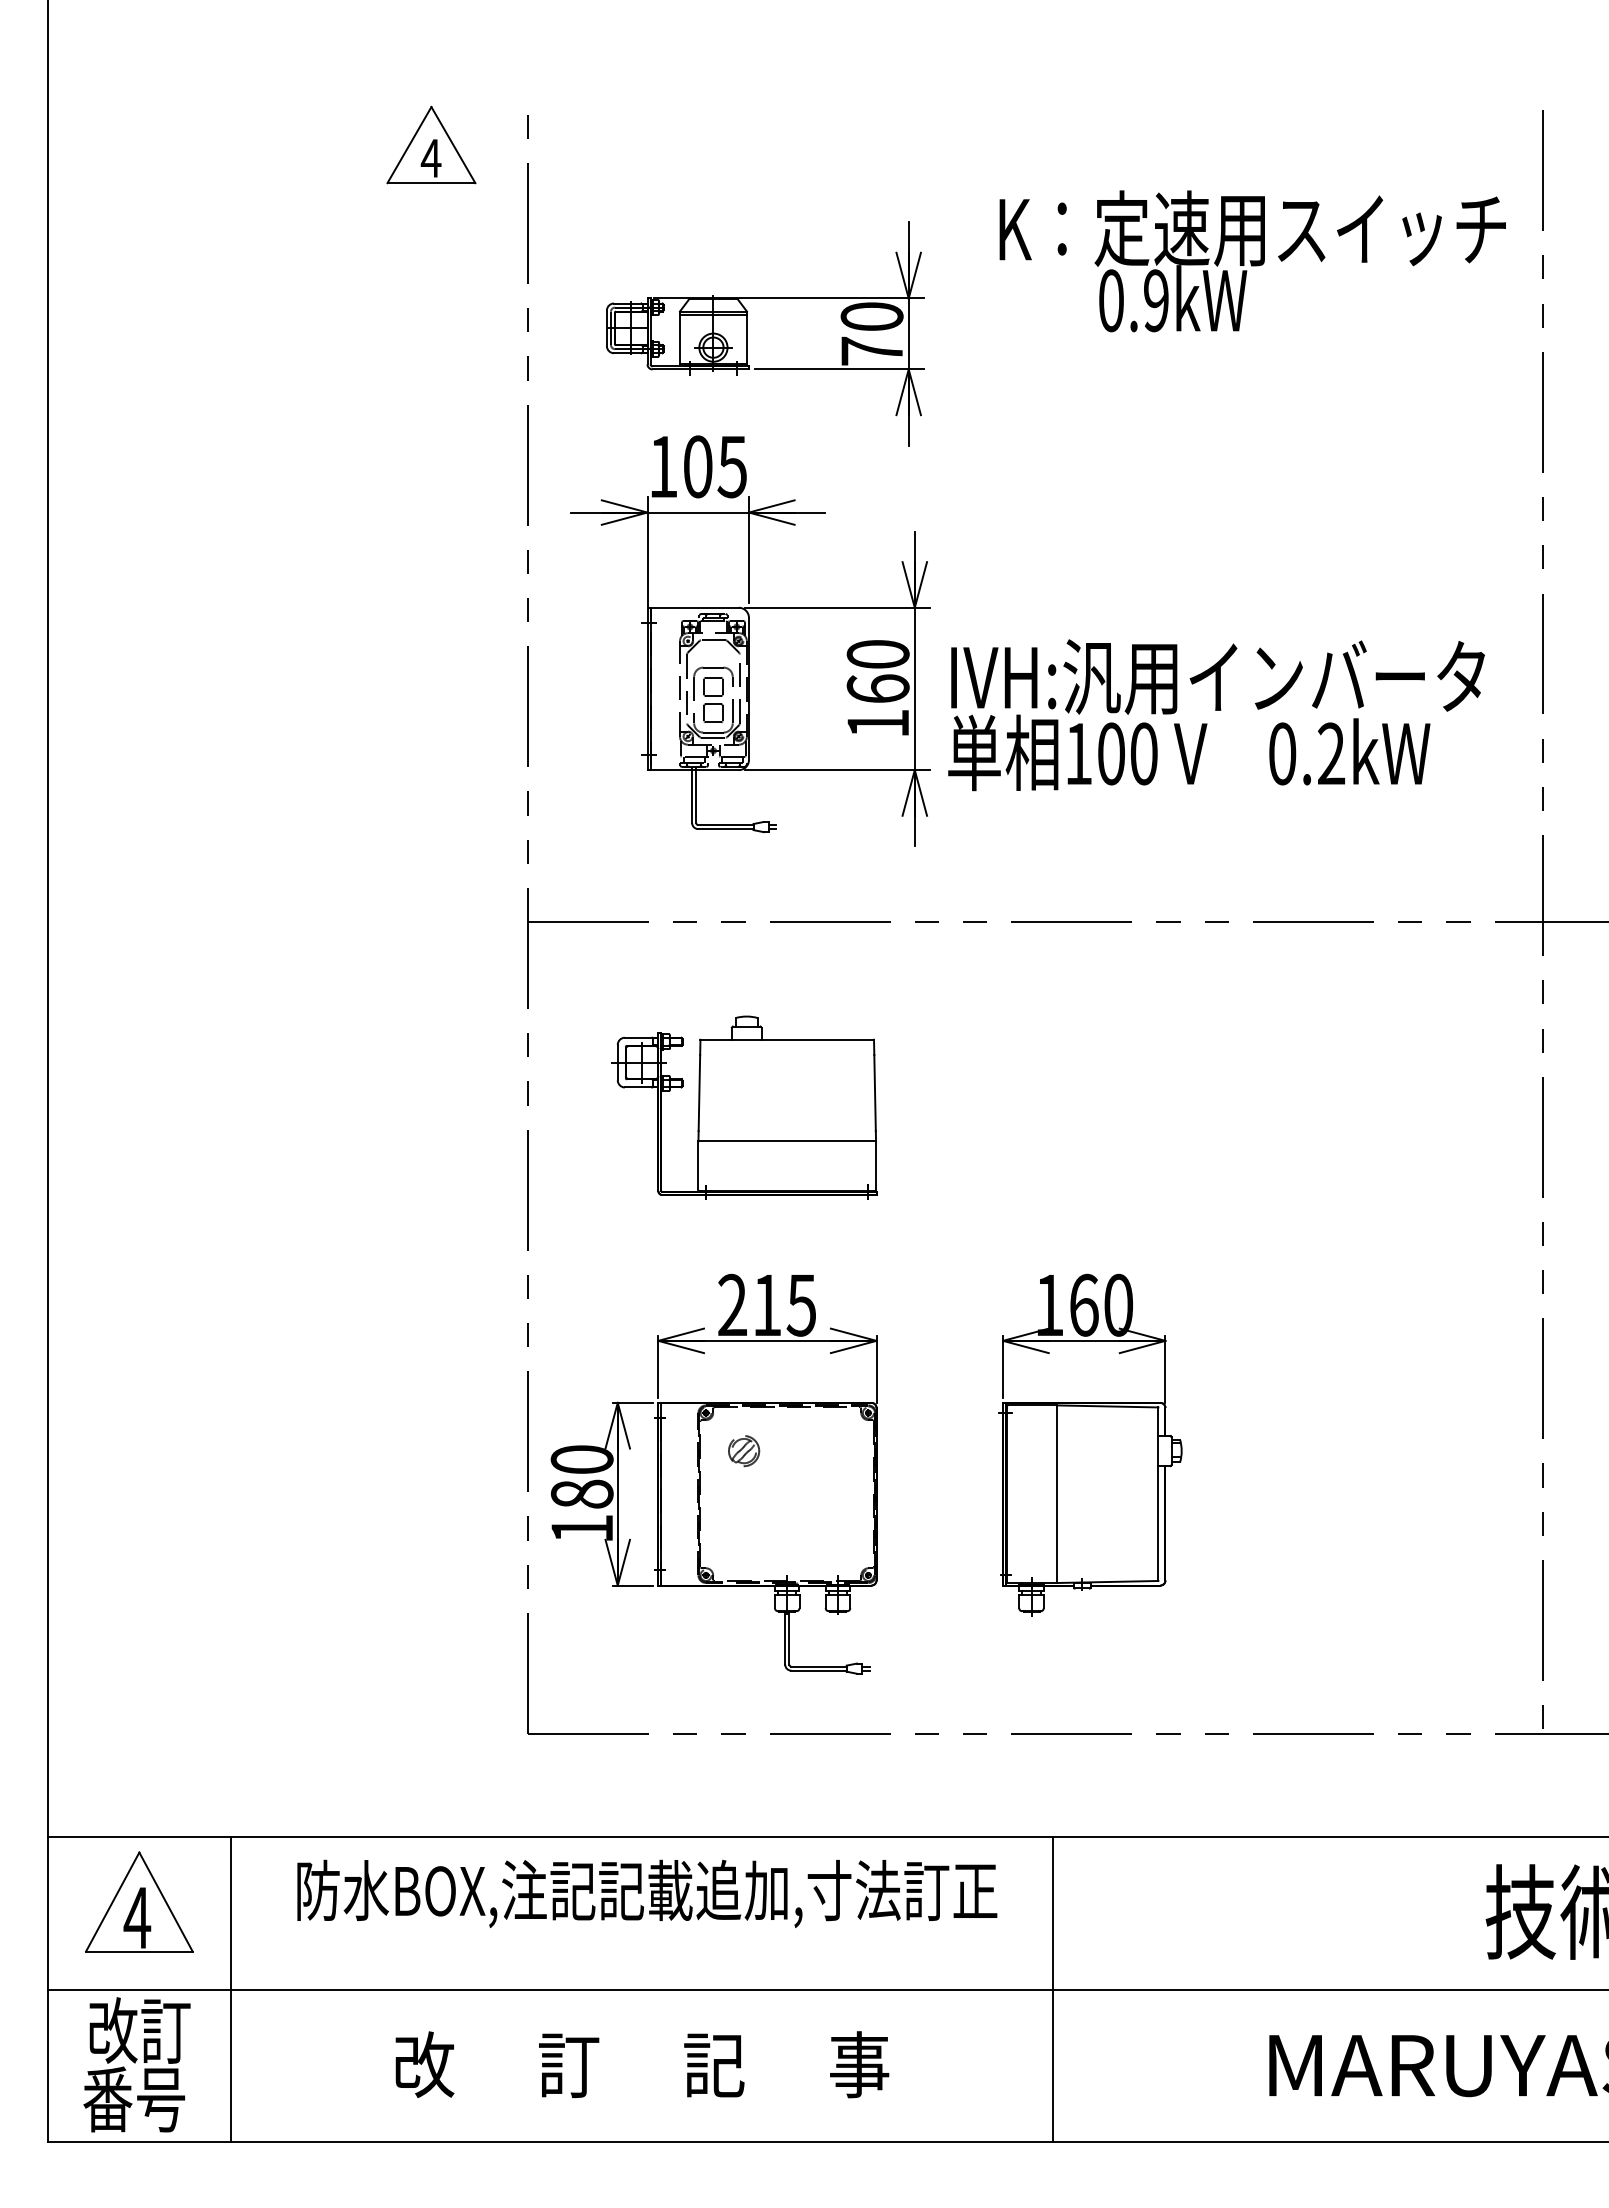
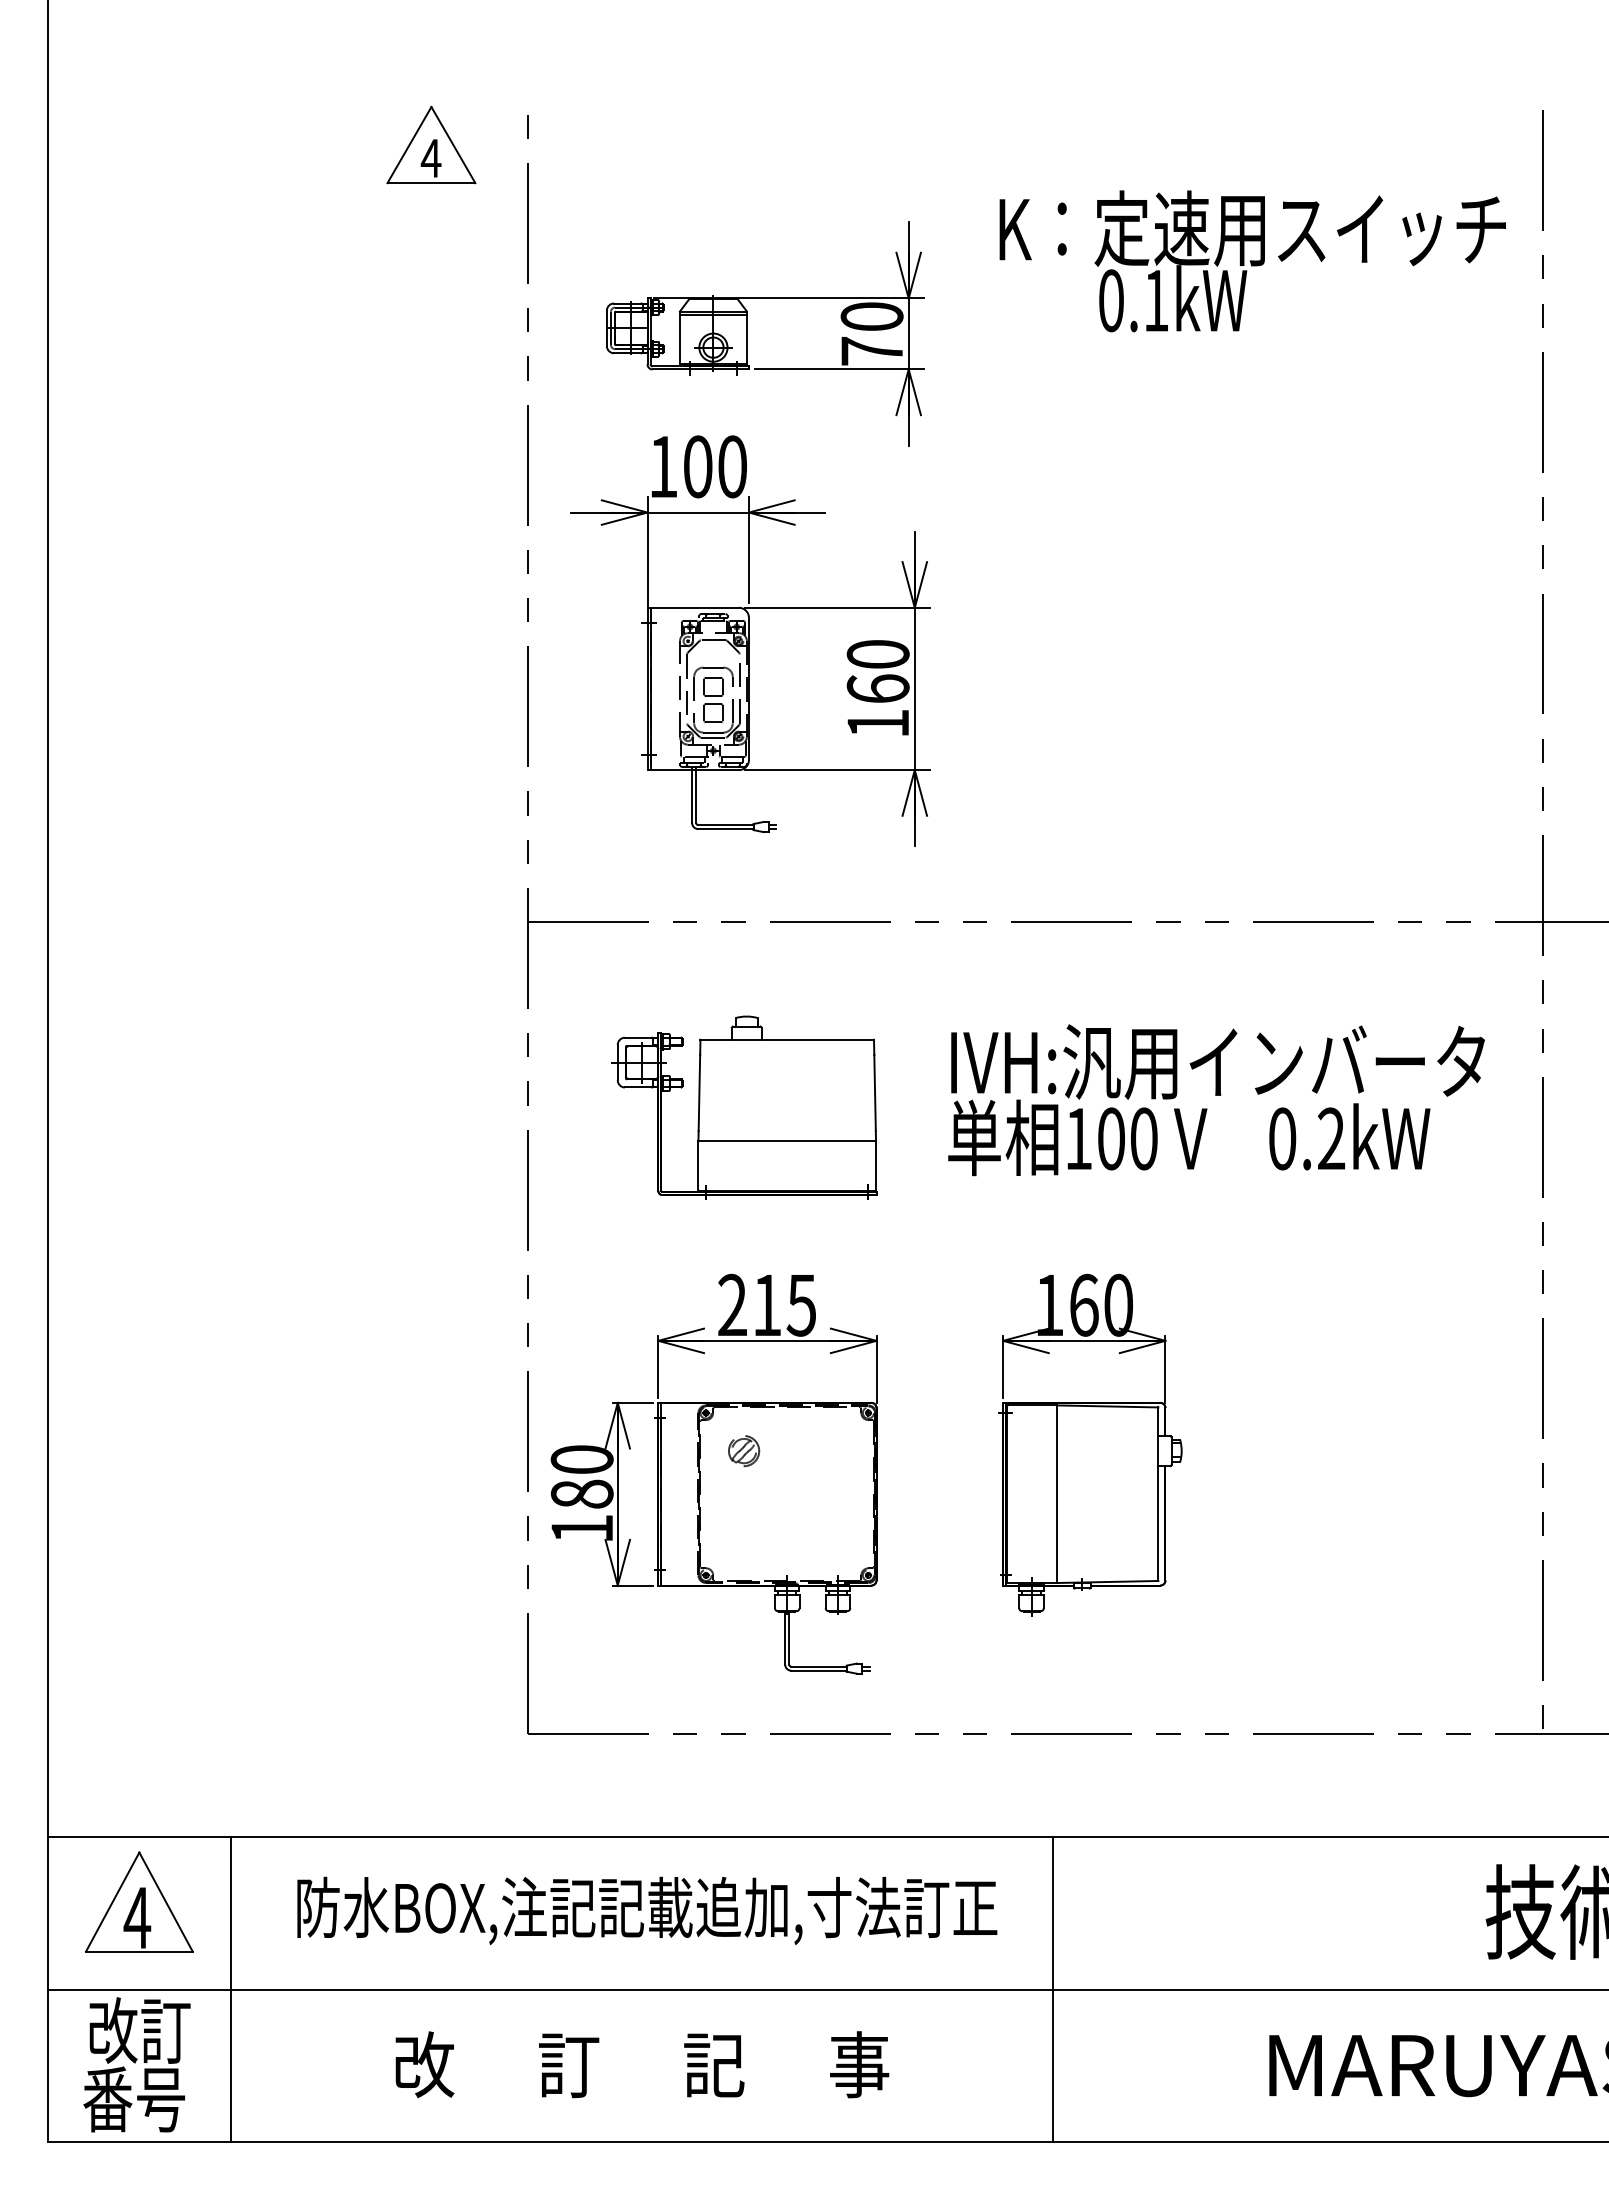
text at (1156, 300): 0.9kW -> 0.1kW
text at (731, 466): 105 -> 100
text at (1216, 715) position: (1216, 715) -> (1216, 1100)
text at (647, 1893) position: (647, 1893) -> (647, 1910)
